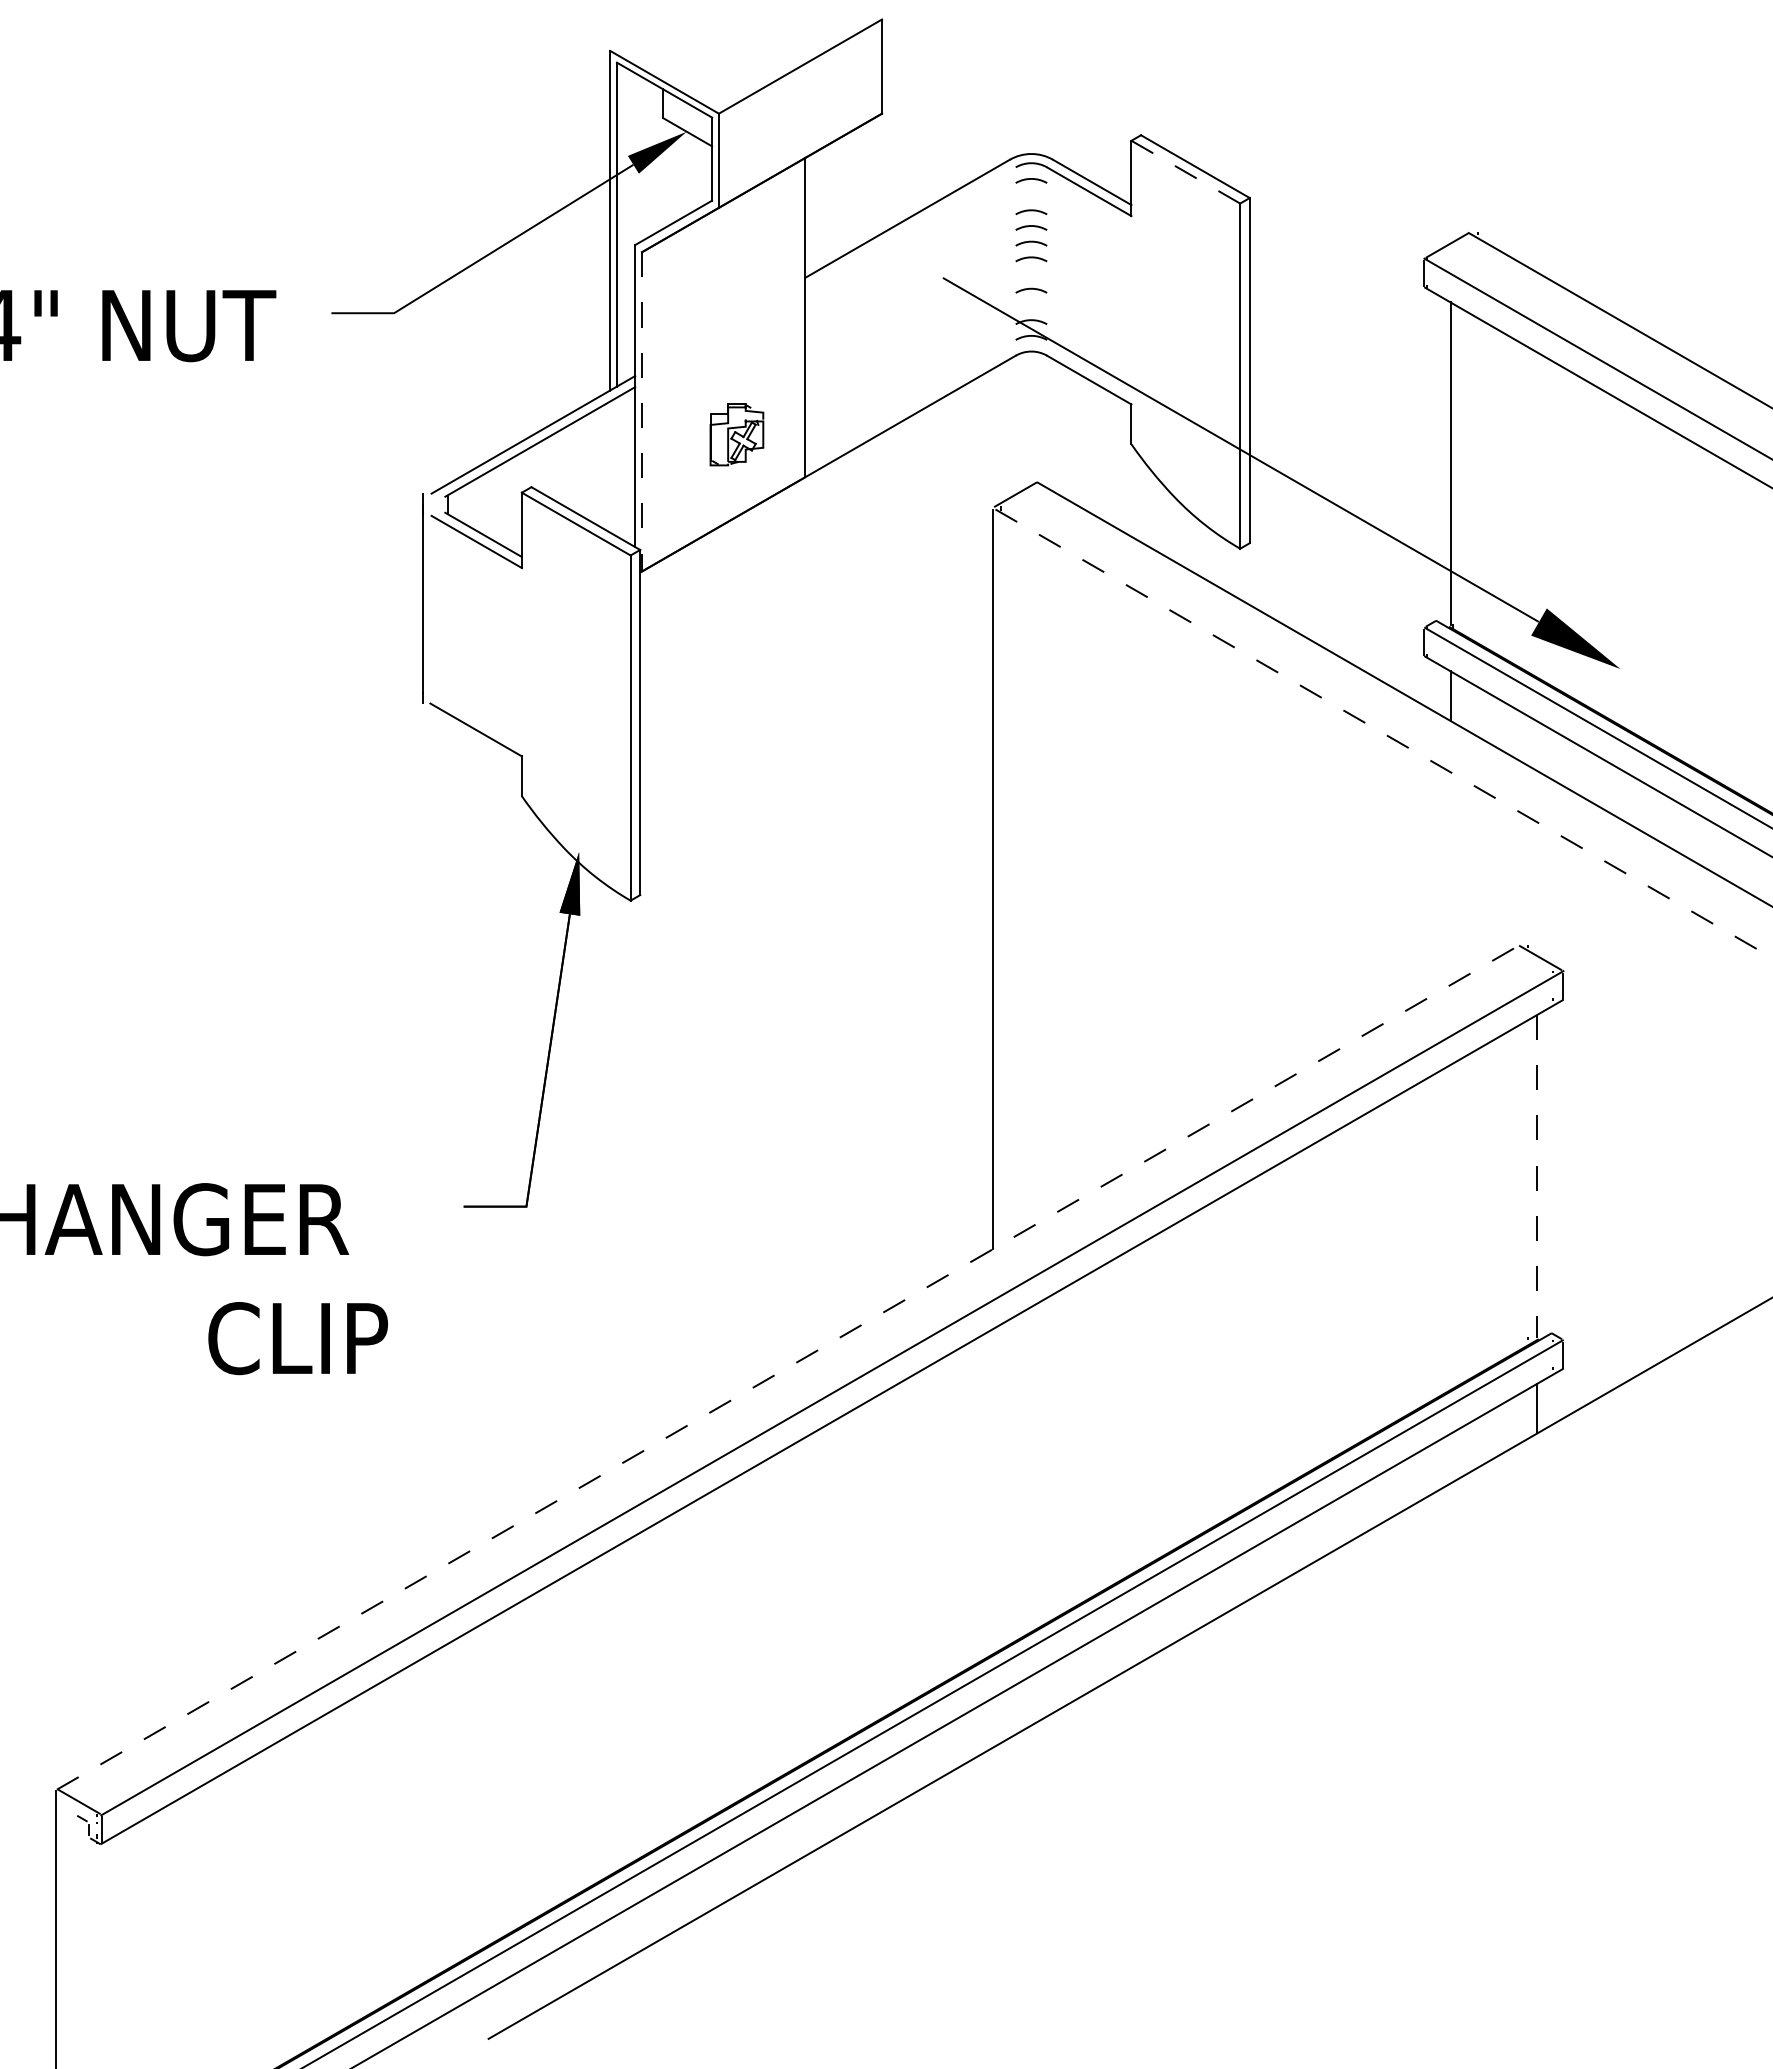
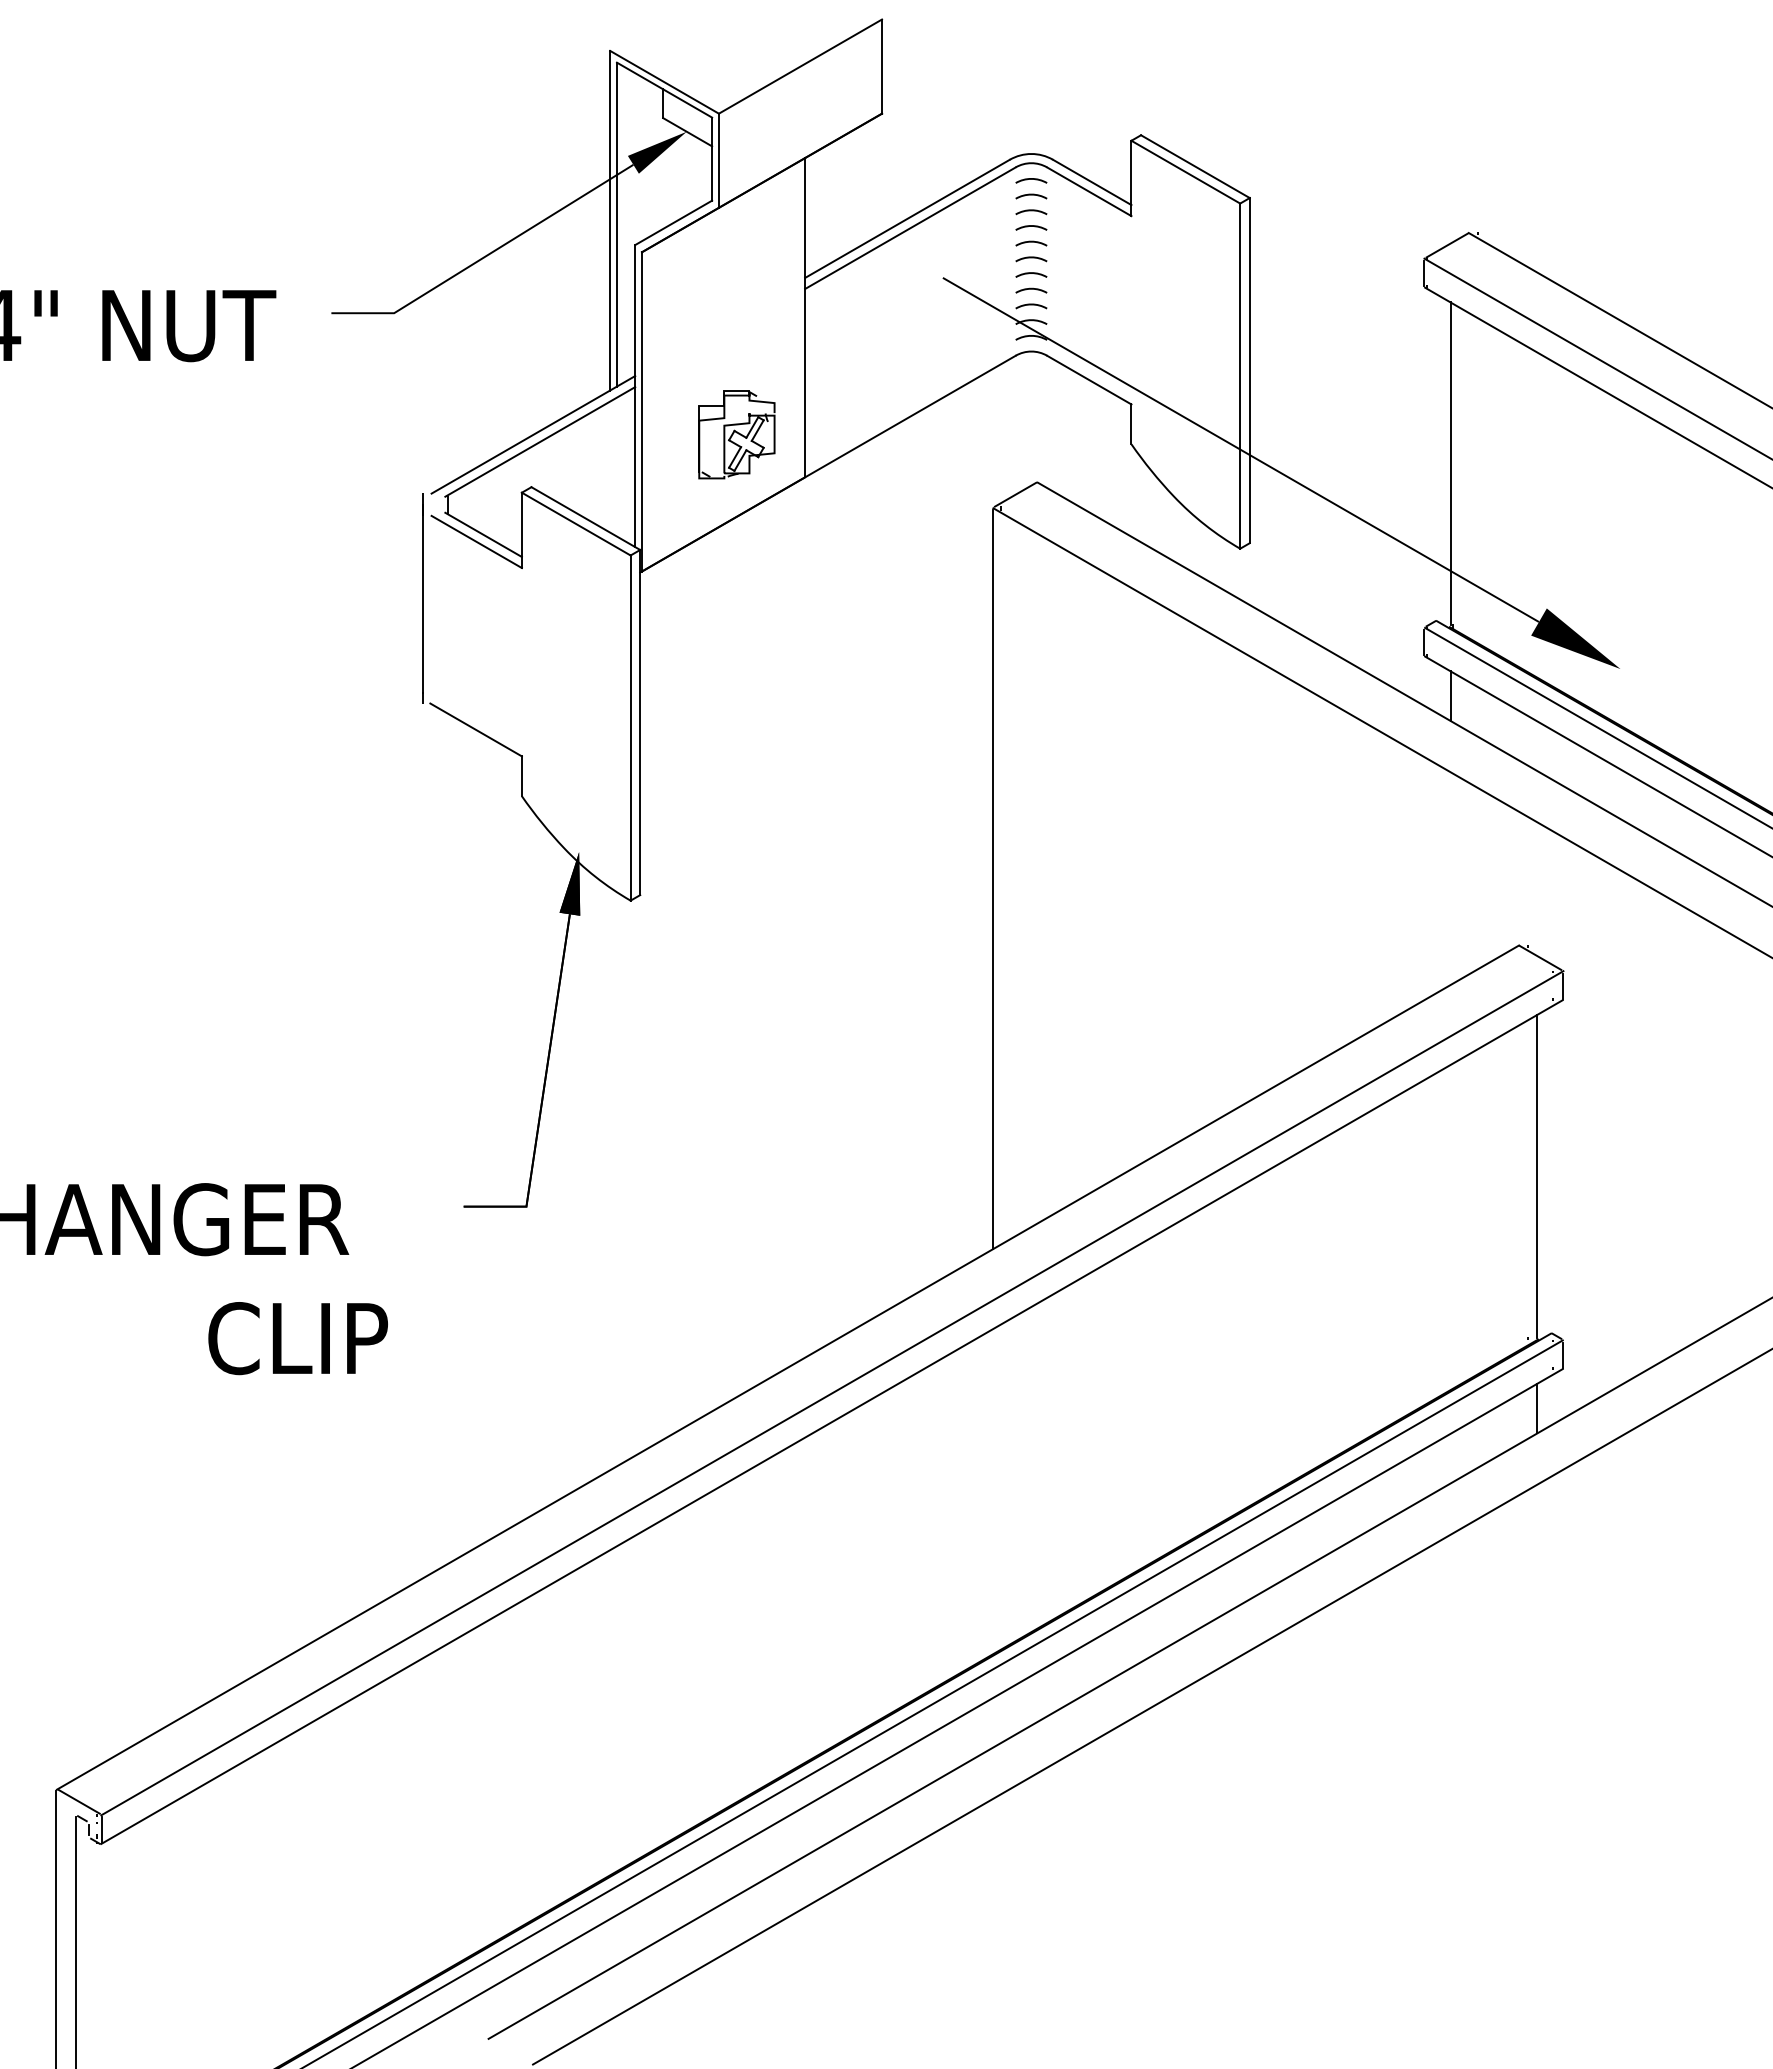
line at (1185, 172): dashed -> solid
arc at (1031, 195): none -> present
line at (910, 228): none -> present
arc at (1031, 273): none -> present
arc at (1031, 305): none -> present
line at (642, 411): dashed -> solid
part at (736, 434) size: 56x64 px -> 78x90 px
line at (1382, 733): dashed -> solid
line at (1537, 1176): dashed -> solid
line at (788, 1367): dashed -> solid
line at (1151, 1707): none -> present
line at (75, 1941): none -> present
